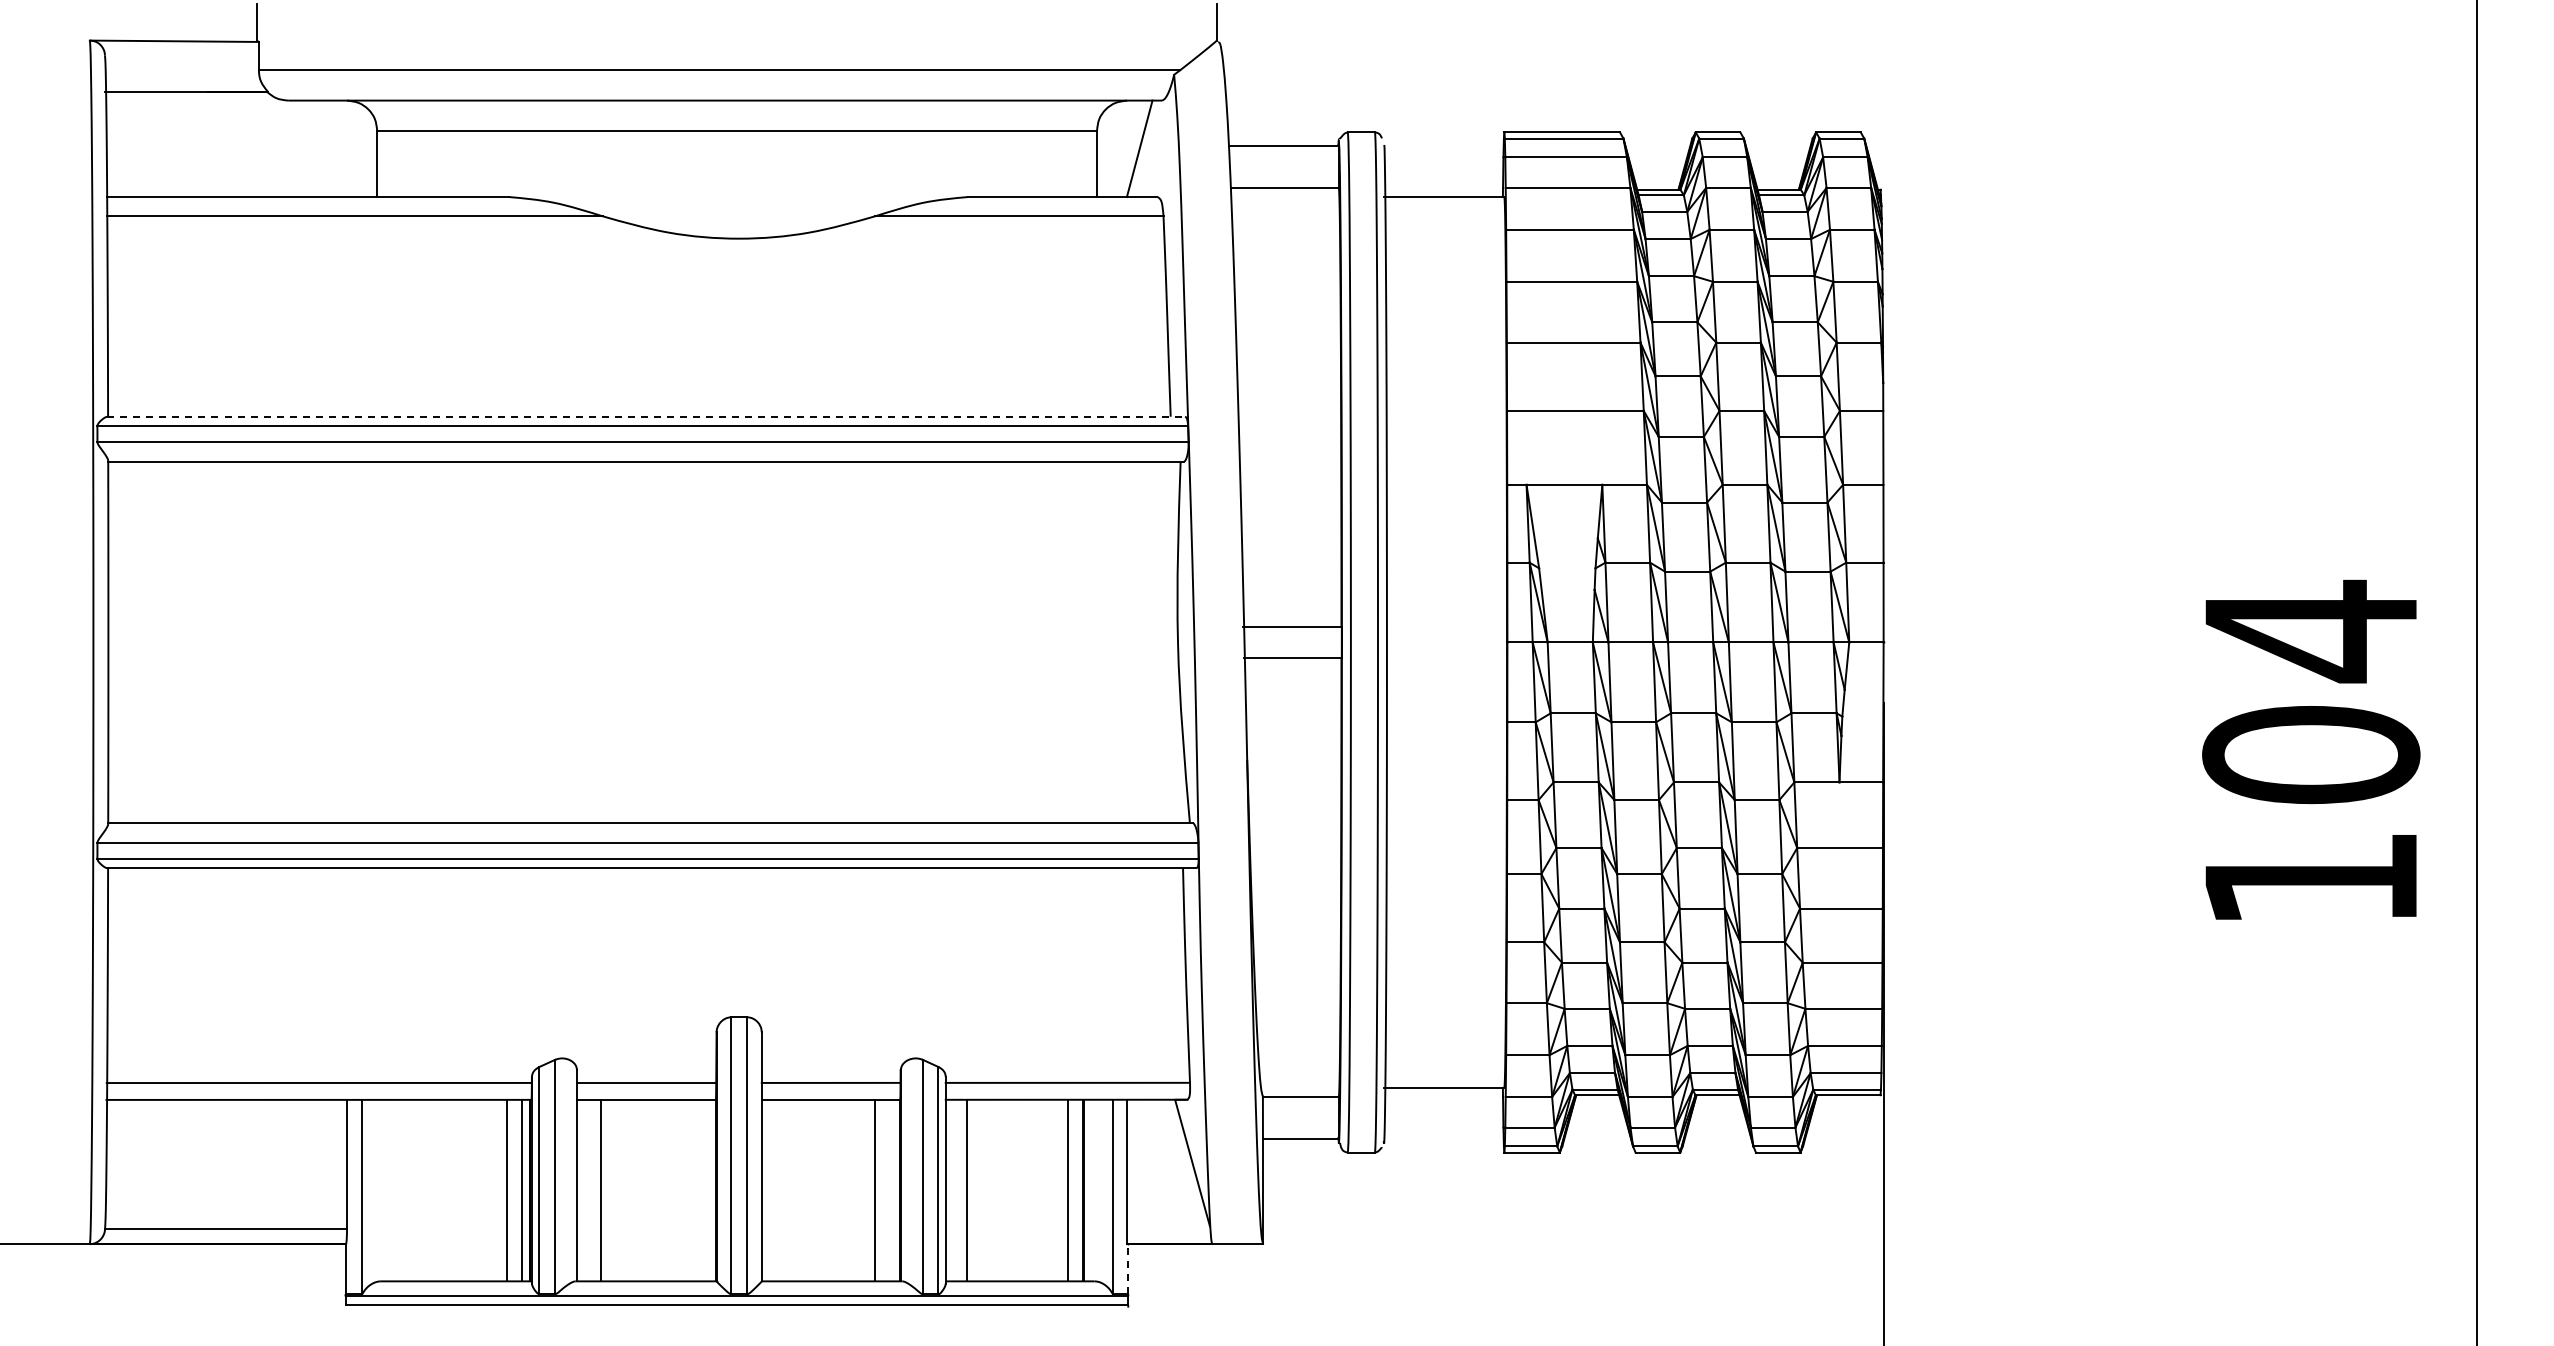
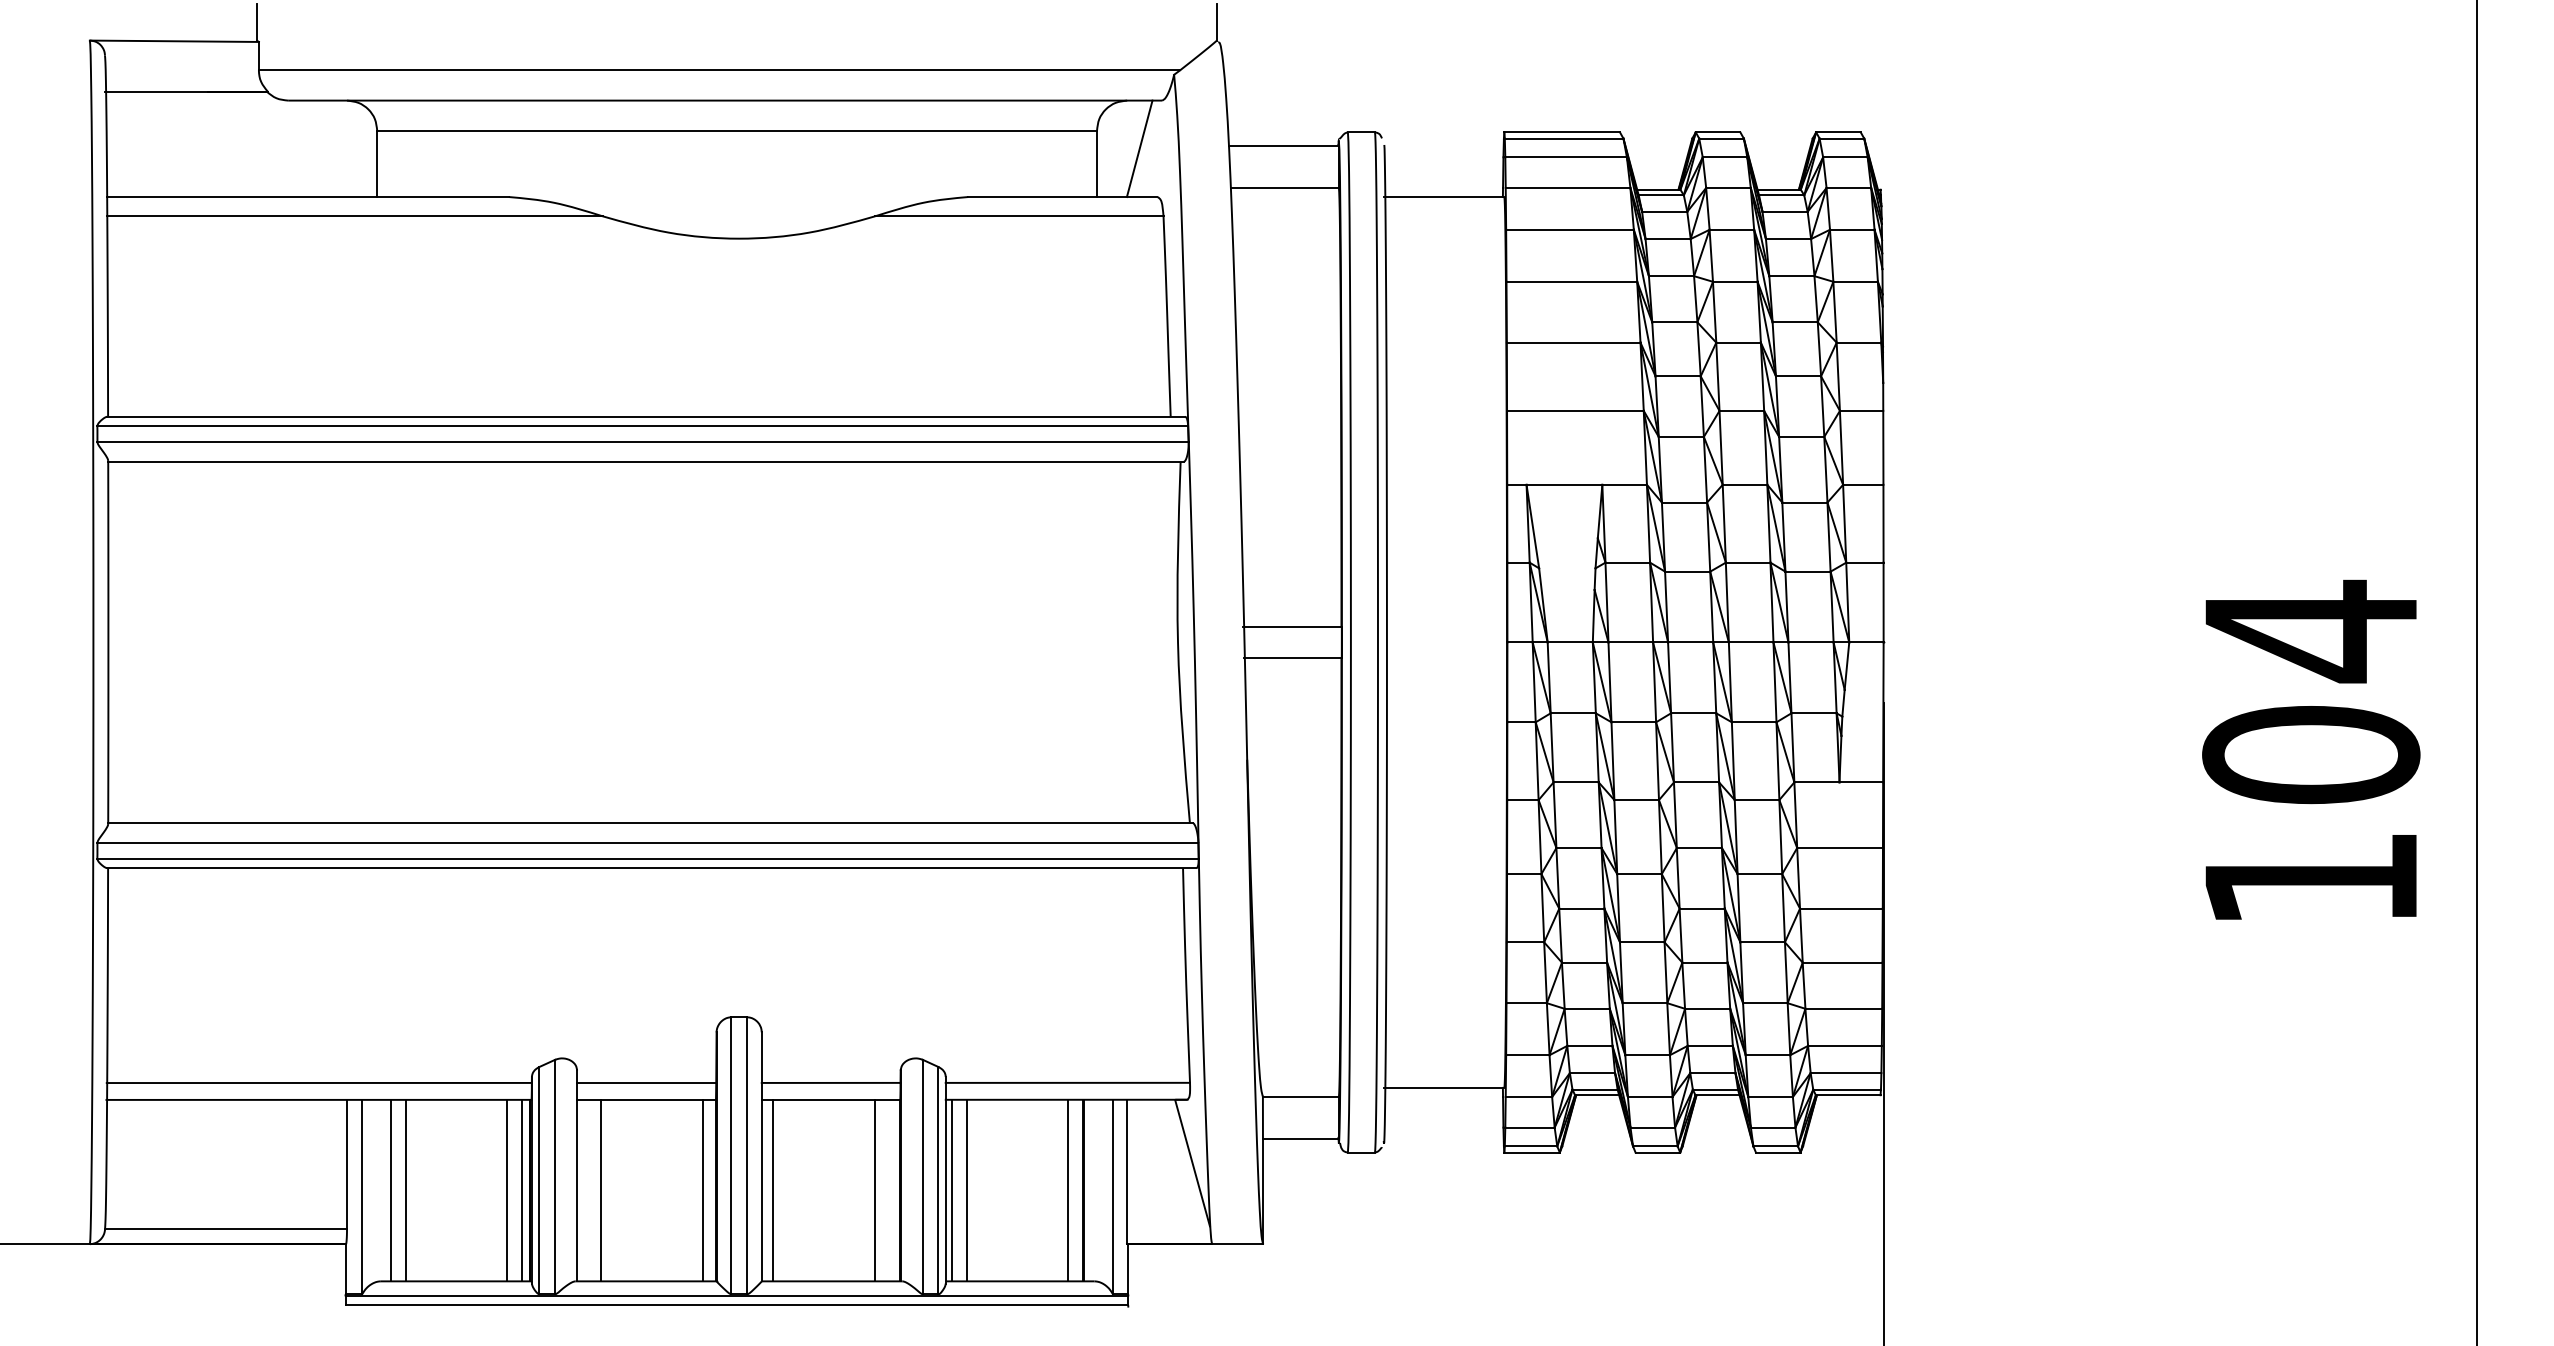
line at (646, 416): dashed -> solid
line at (391, 1190): none -> present
line at (405, 1190): none -> present
line at (703, 1190): none -> present
line at (773, 1190): none -> present
line at (951, 1190): none -> present
line at (1128, 1269): dashed -> solid
